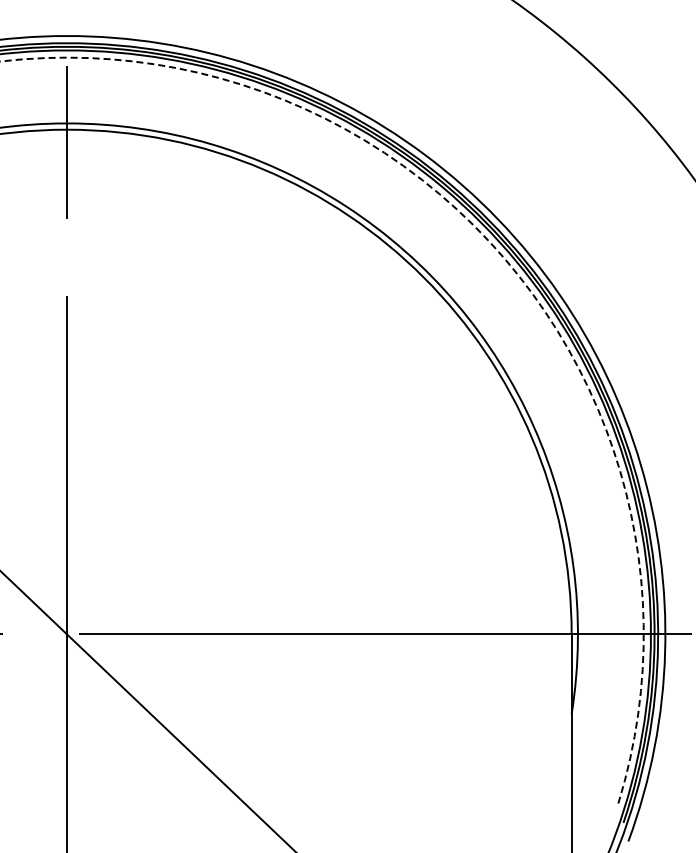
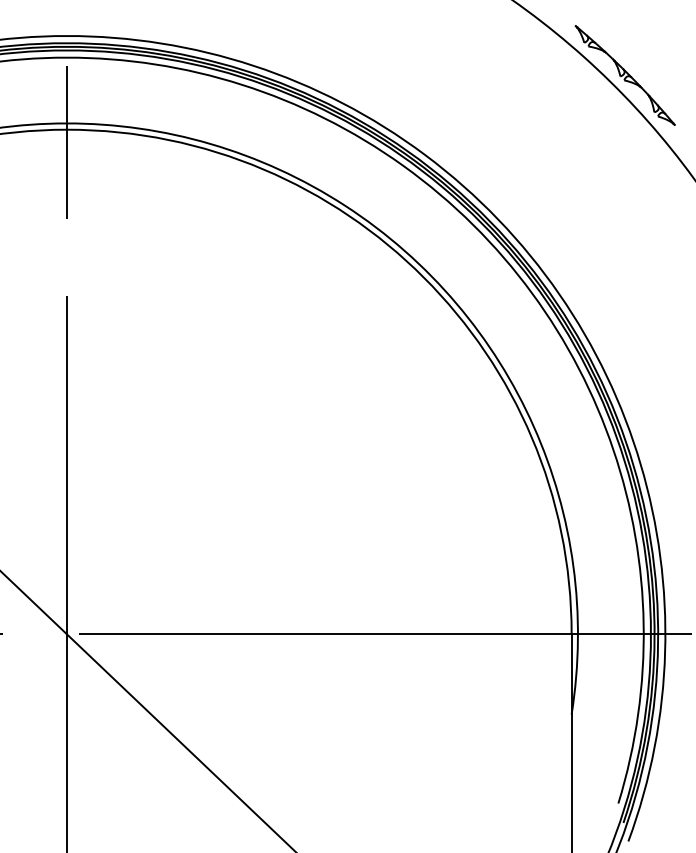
part at (624, 75): none -> present
arc at (510, 265): dashed -> solid
